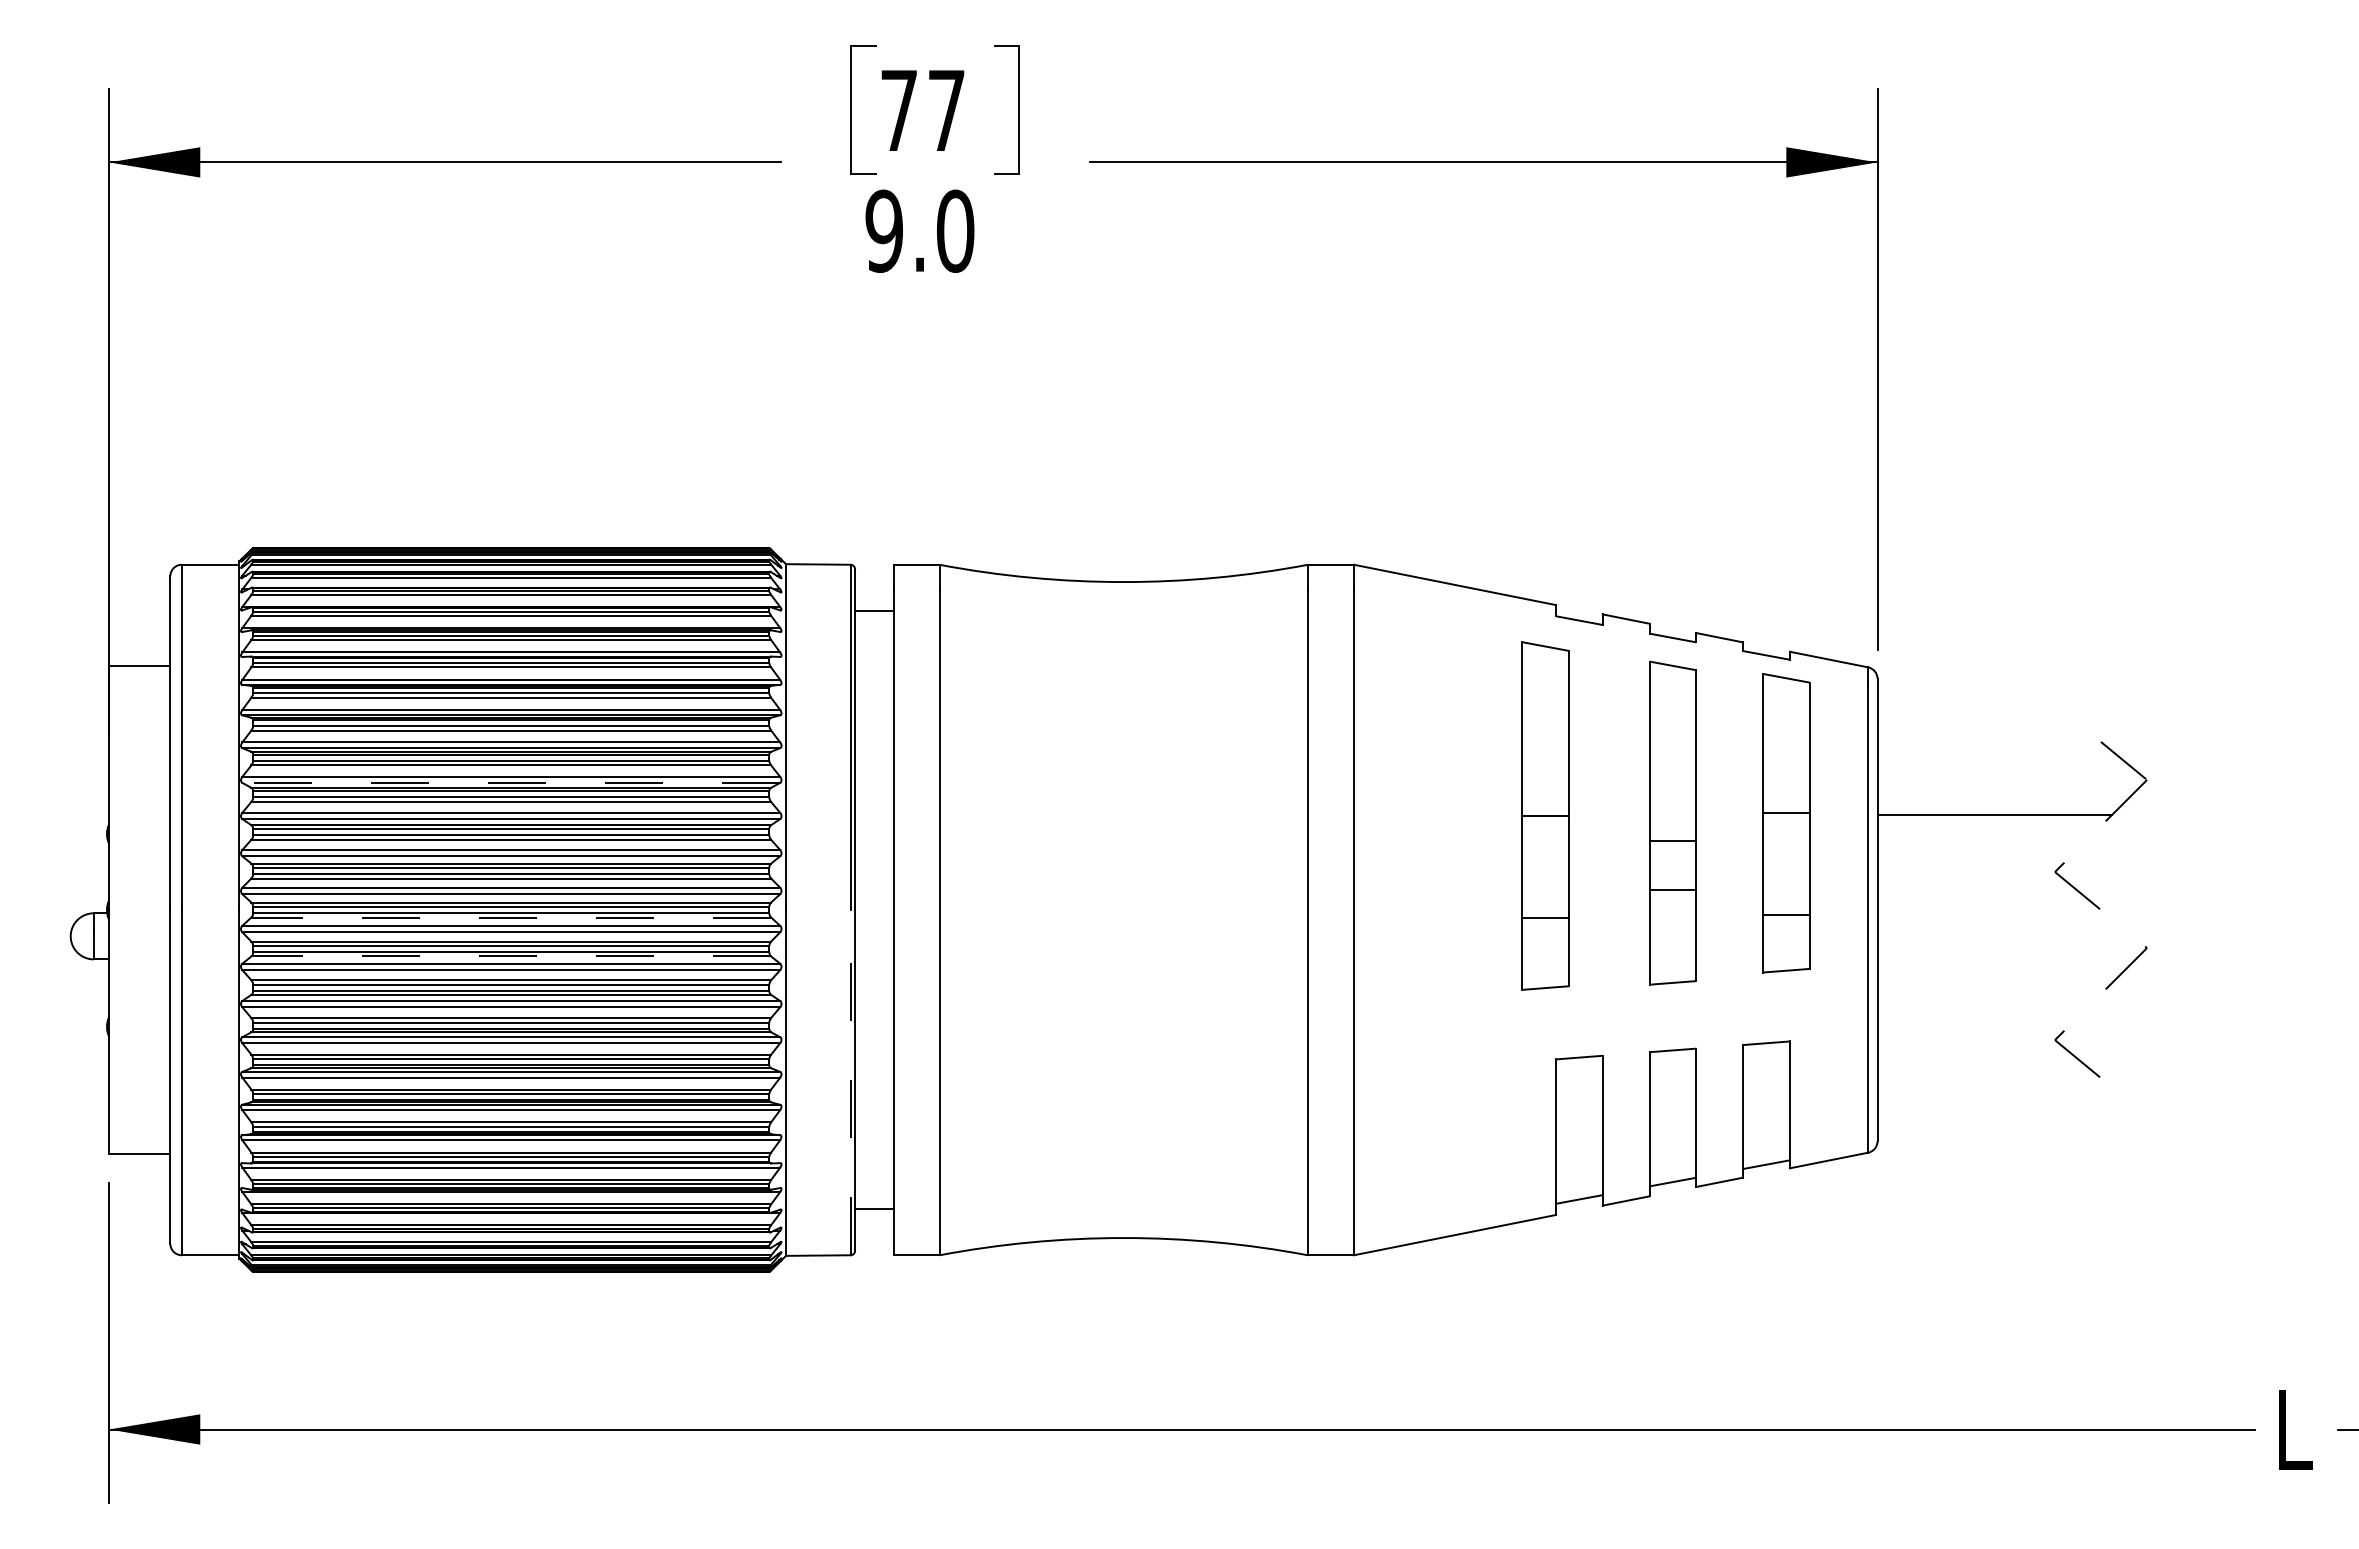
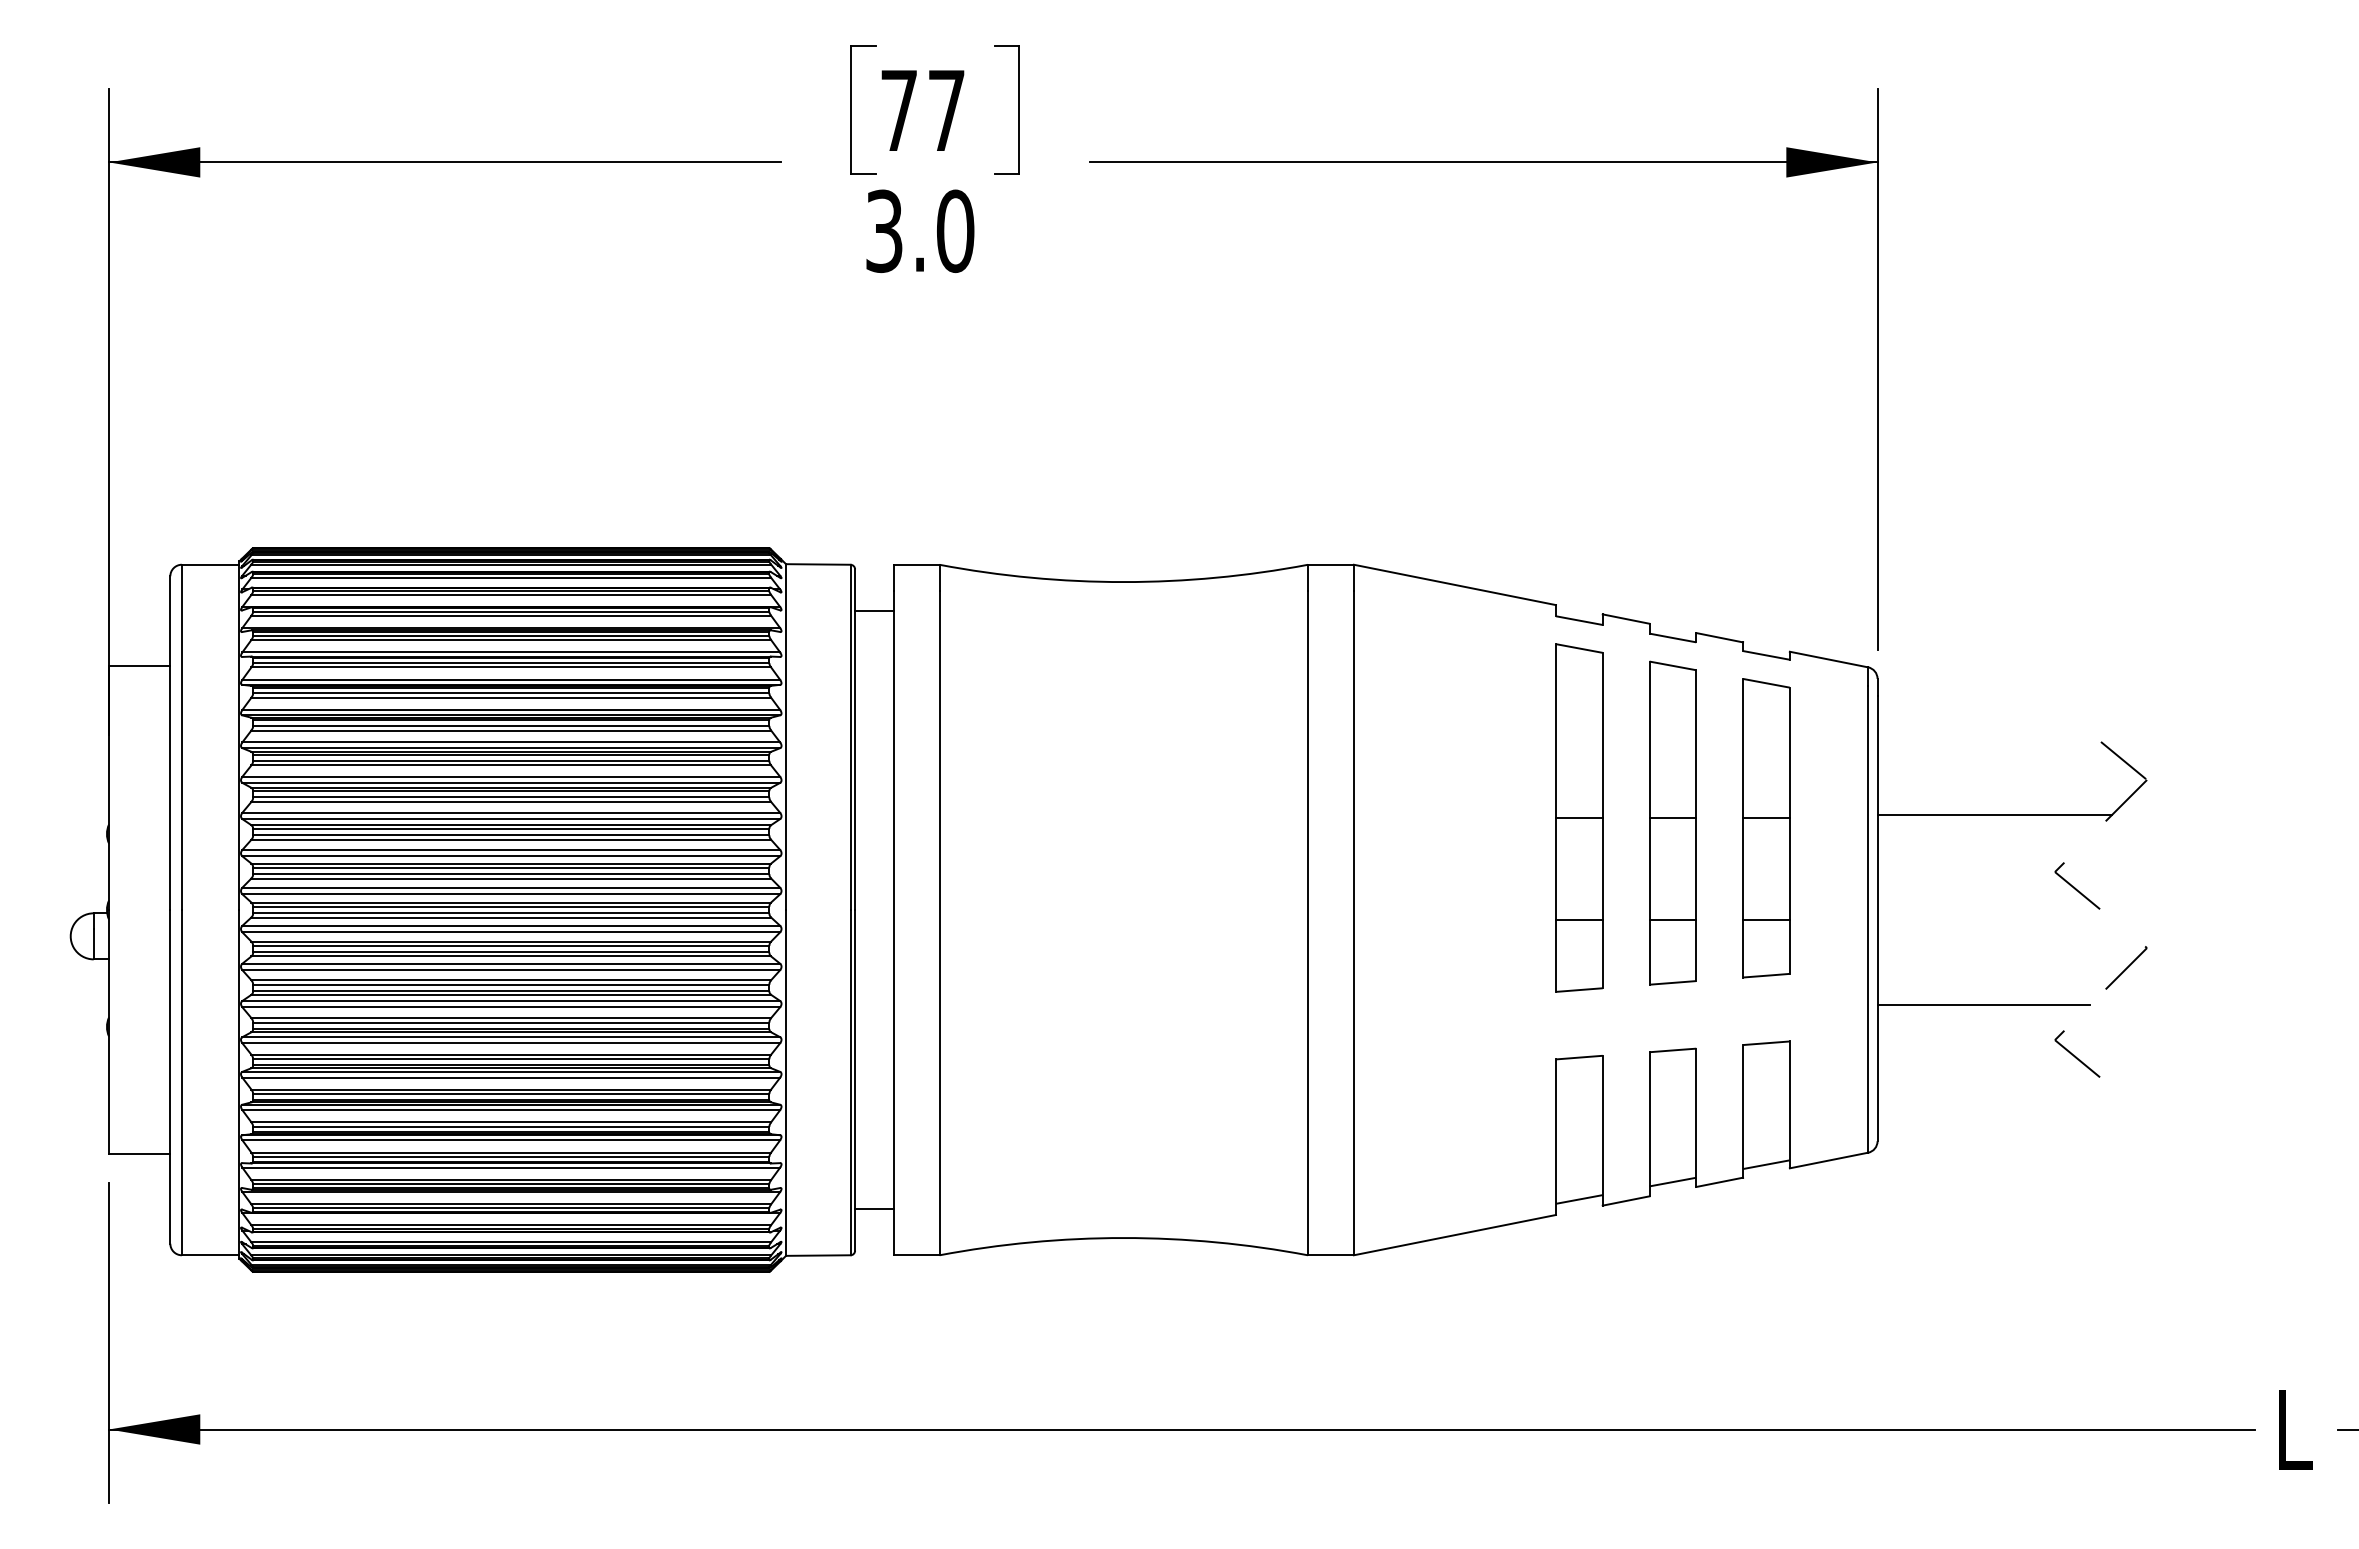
text at (883, 230): 9.0 -> 3.0
line at (511, 782): dashed -> solid
part at (1545, 815) position: (1545, 815) -> (1579, 817)
part at (1786, 823) position: (1786, 823) -> (1766, 828)
line at (1672, 840) position: (1672, 840) -> (1672, 817)
line at (1672, 890) position: (1672, 890) -> (1672, 920)
line at (511, 917): dashed -> solid
line at (511, 956): dashed -> solid
line at (1983, 1005): none -> present
line at (850, 1082): dashed -> solid
